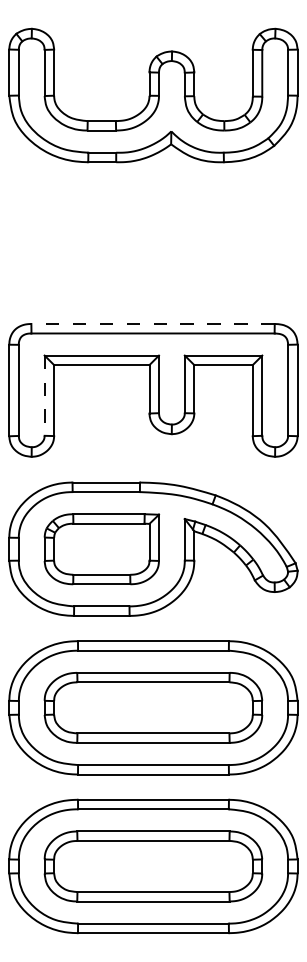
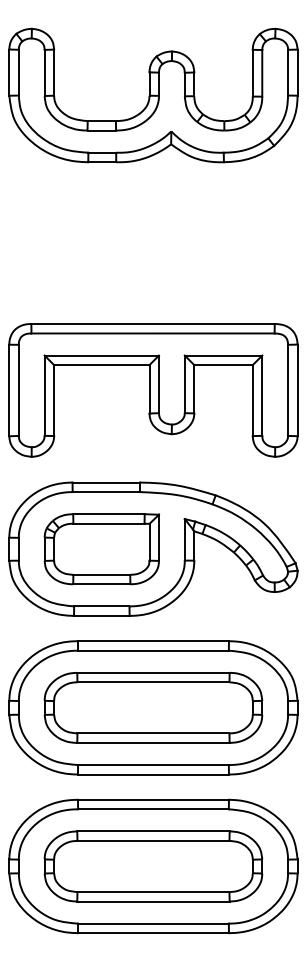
line at (153, 323): dashed -> solid
line at (44, 396): dashed -> solid
